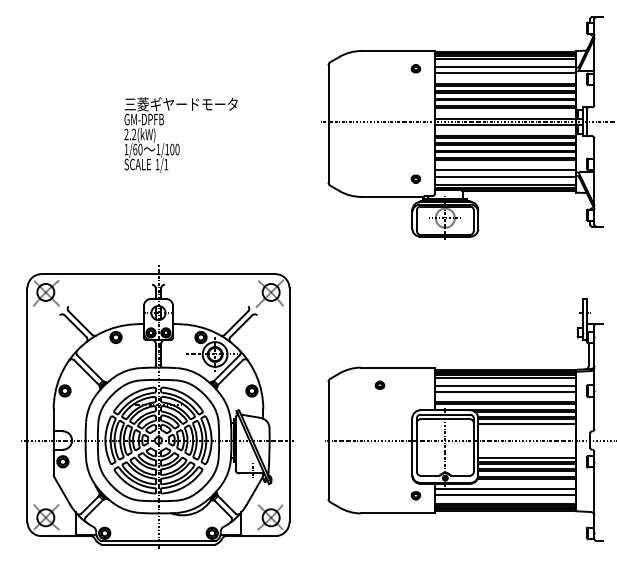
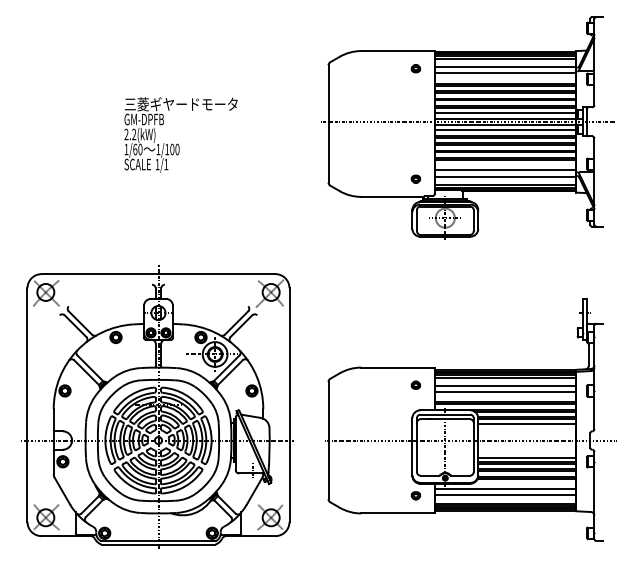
line at (505, 113): none -> present
line at (505, 130): none -> present
part at (379, 384) position: (379, 384) -> (415, 384)
